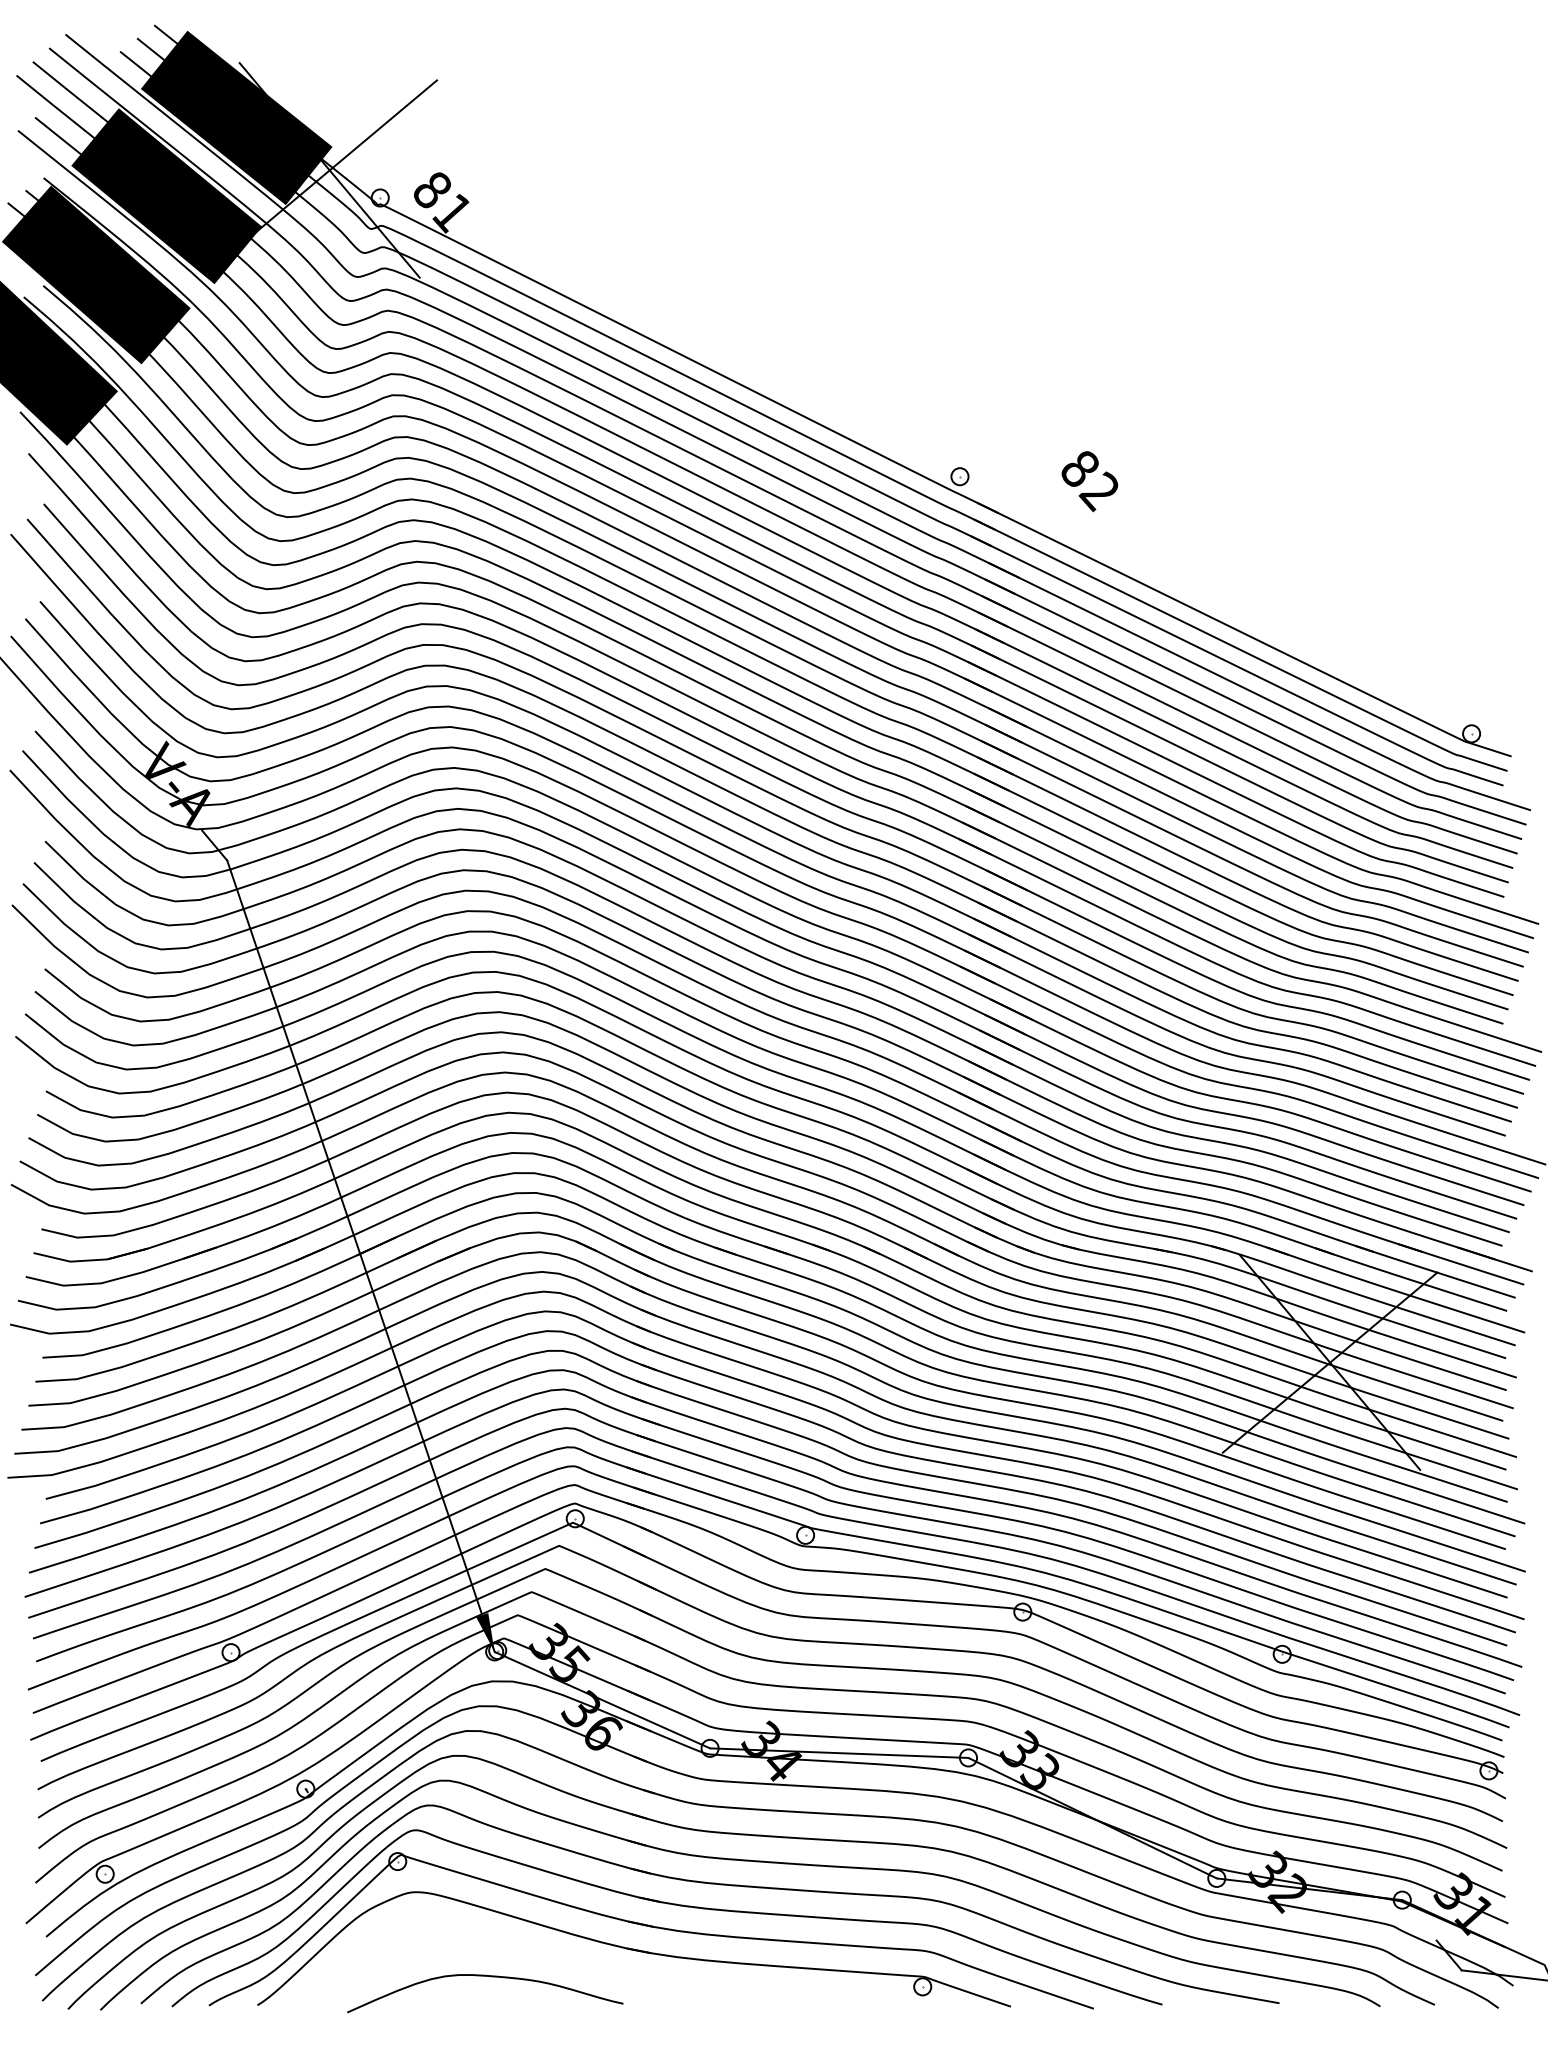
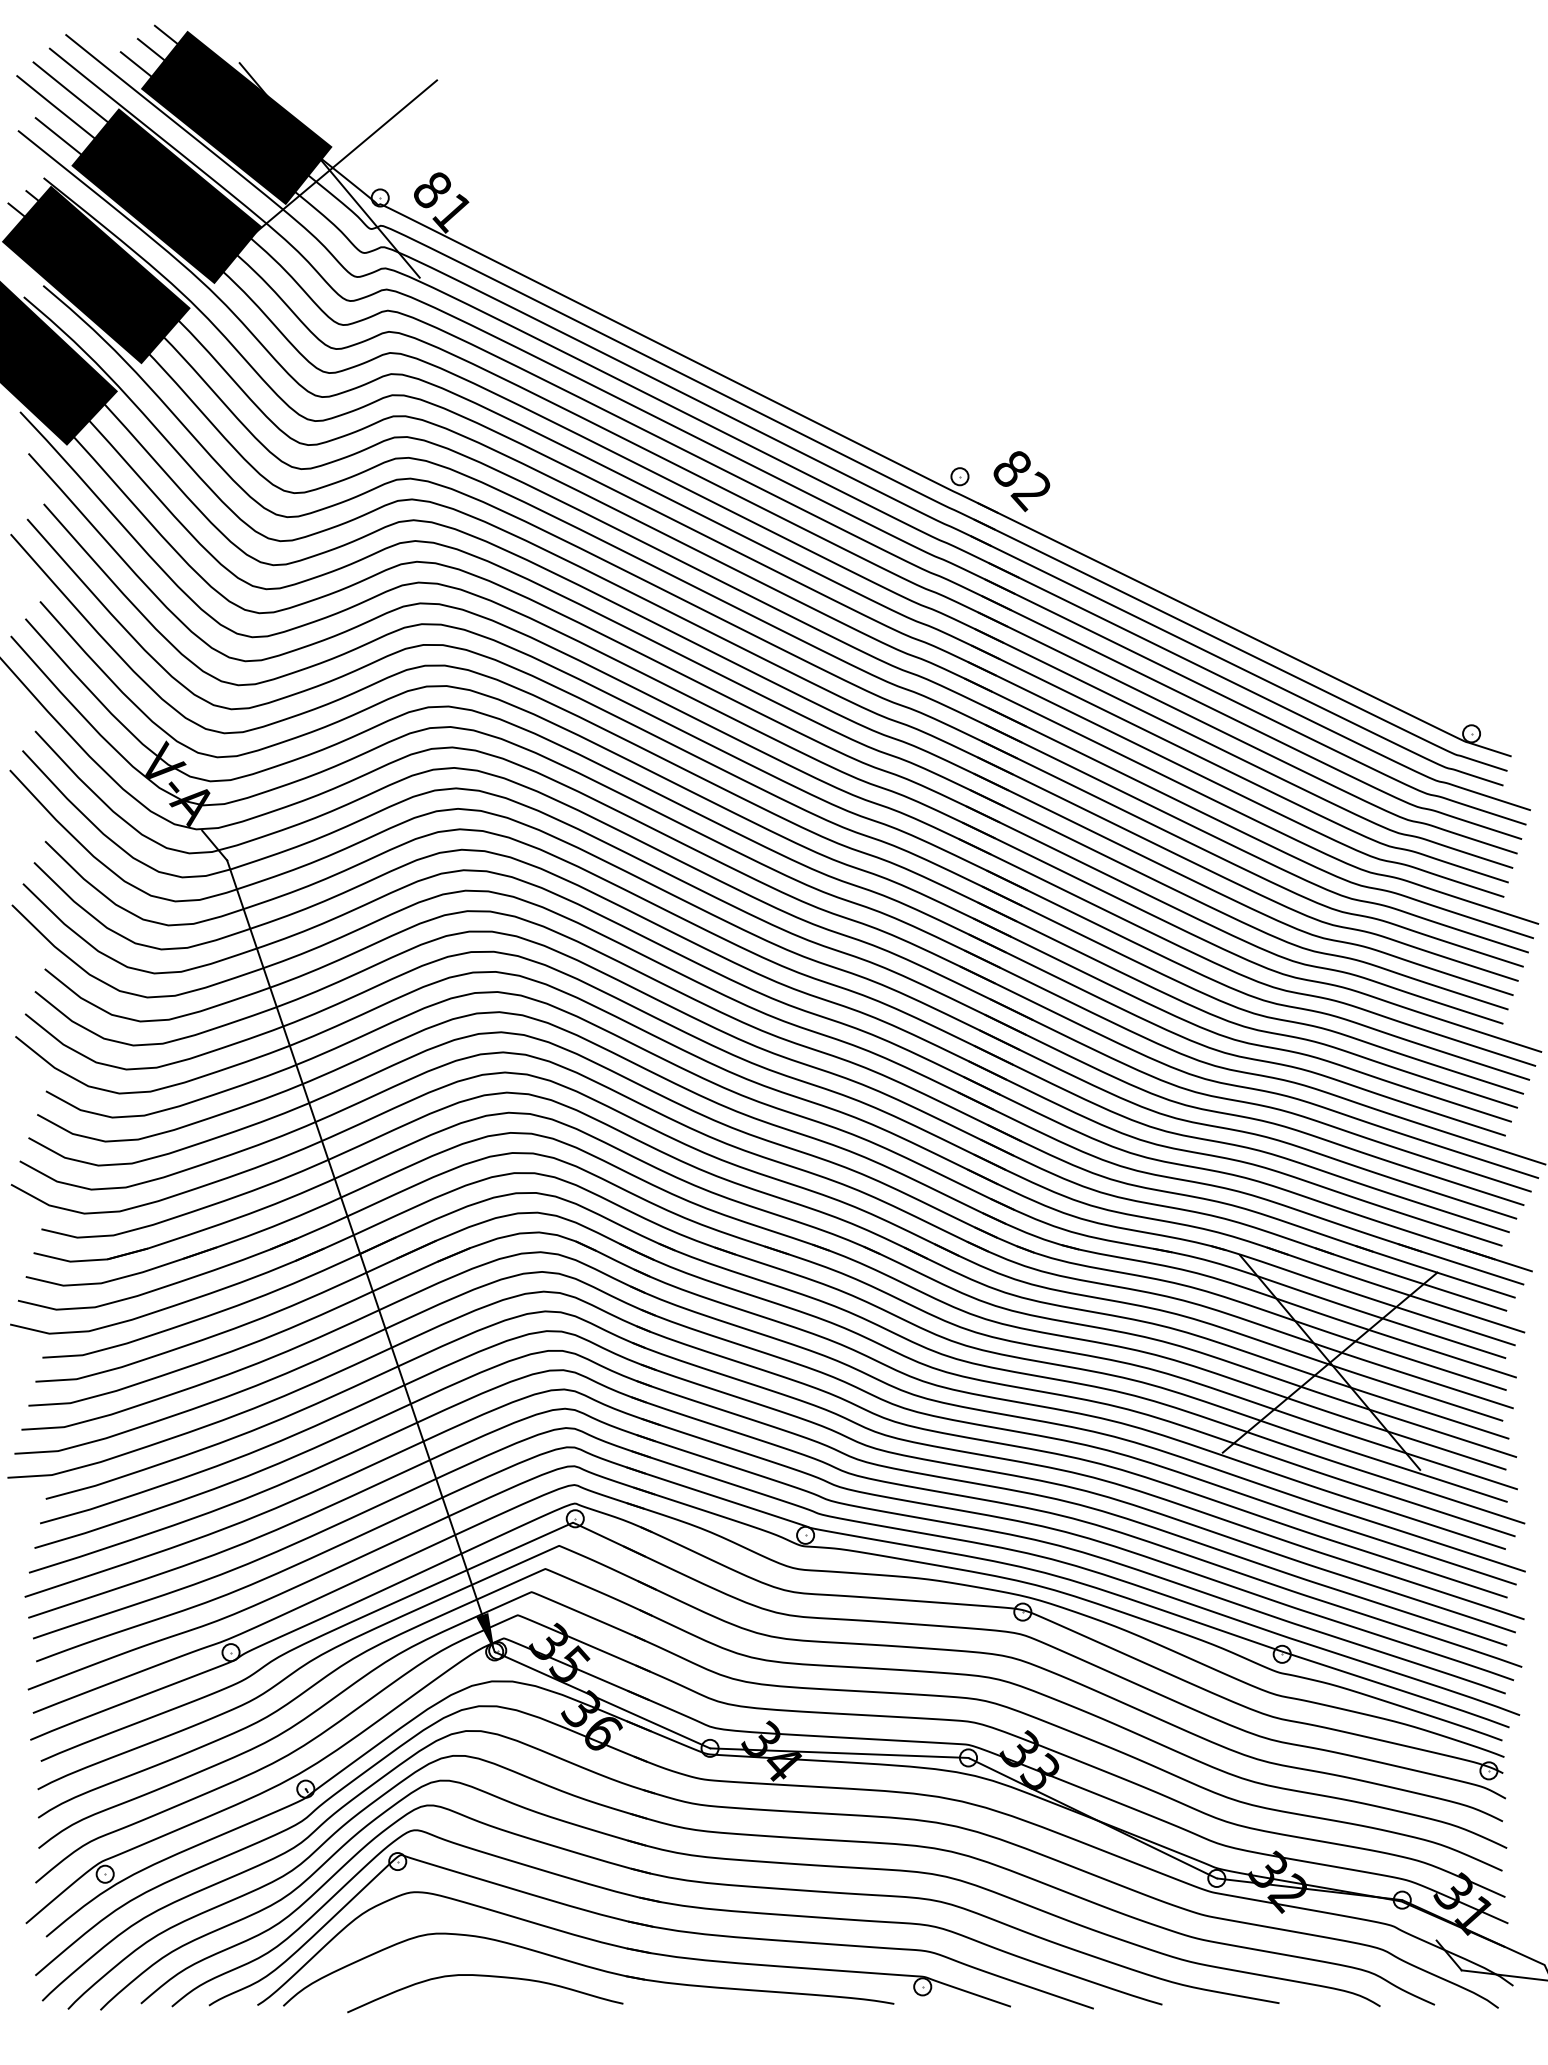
text at (1089, 481) position: (1089, 481) -> (1021, 481)
part at (588, 1969): none -> present
